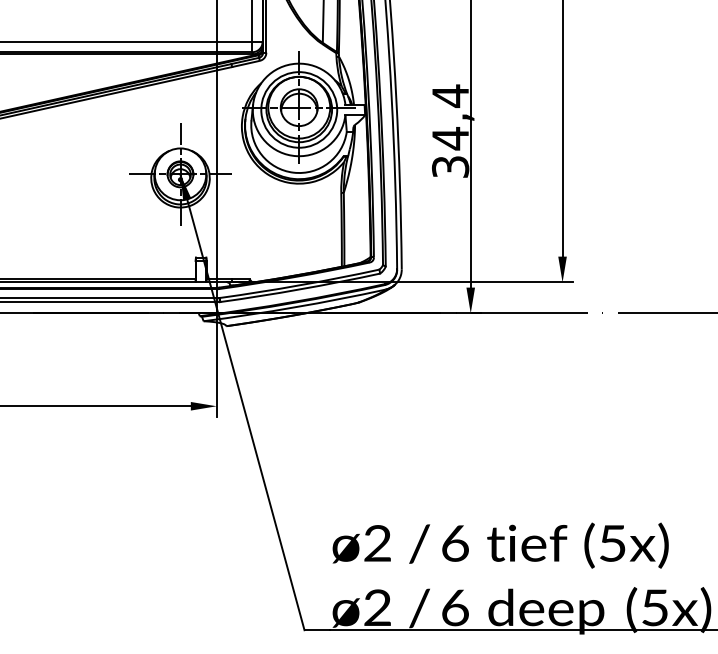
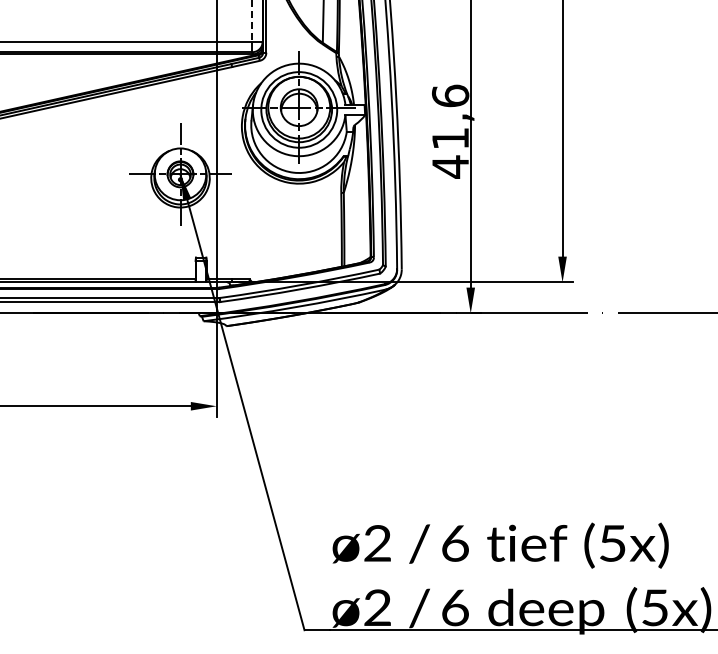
line at (252, 21): solid -> dashed
text at (450, 131): 34,4 -> 41,6
